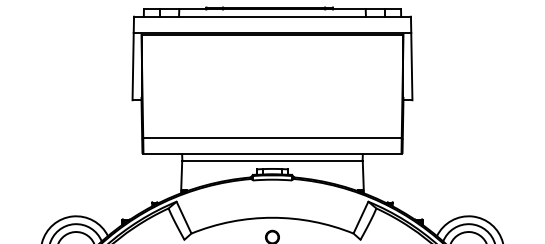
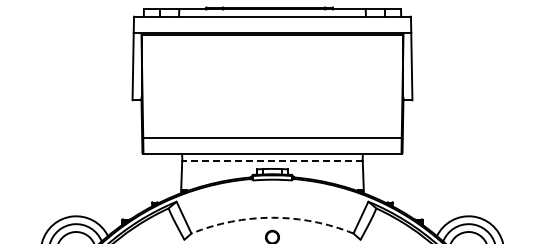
line at (272, 160): solid -> dashed
arc at (272, 217): solid -> dashed
